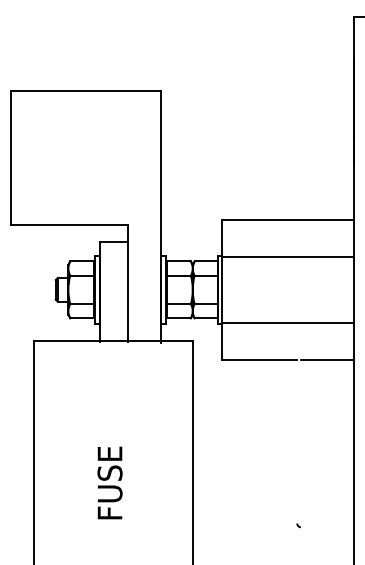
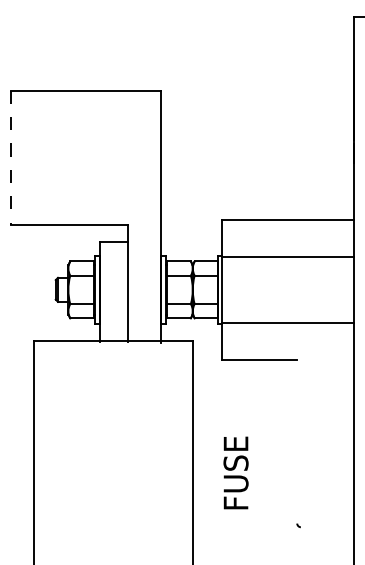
line at (11, 157): solid -> dashed
line at (326, 359): present -> none
text at (109, 482) position: (109, 482) -> (235, 472)
